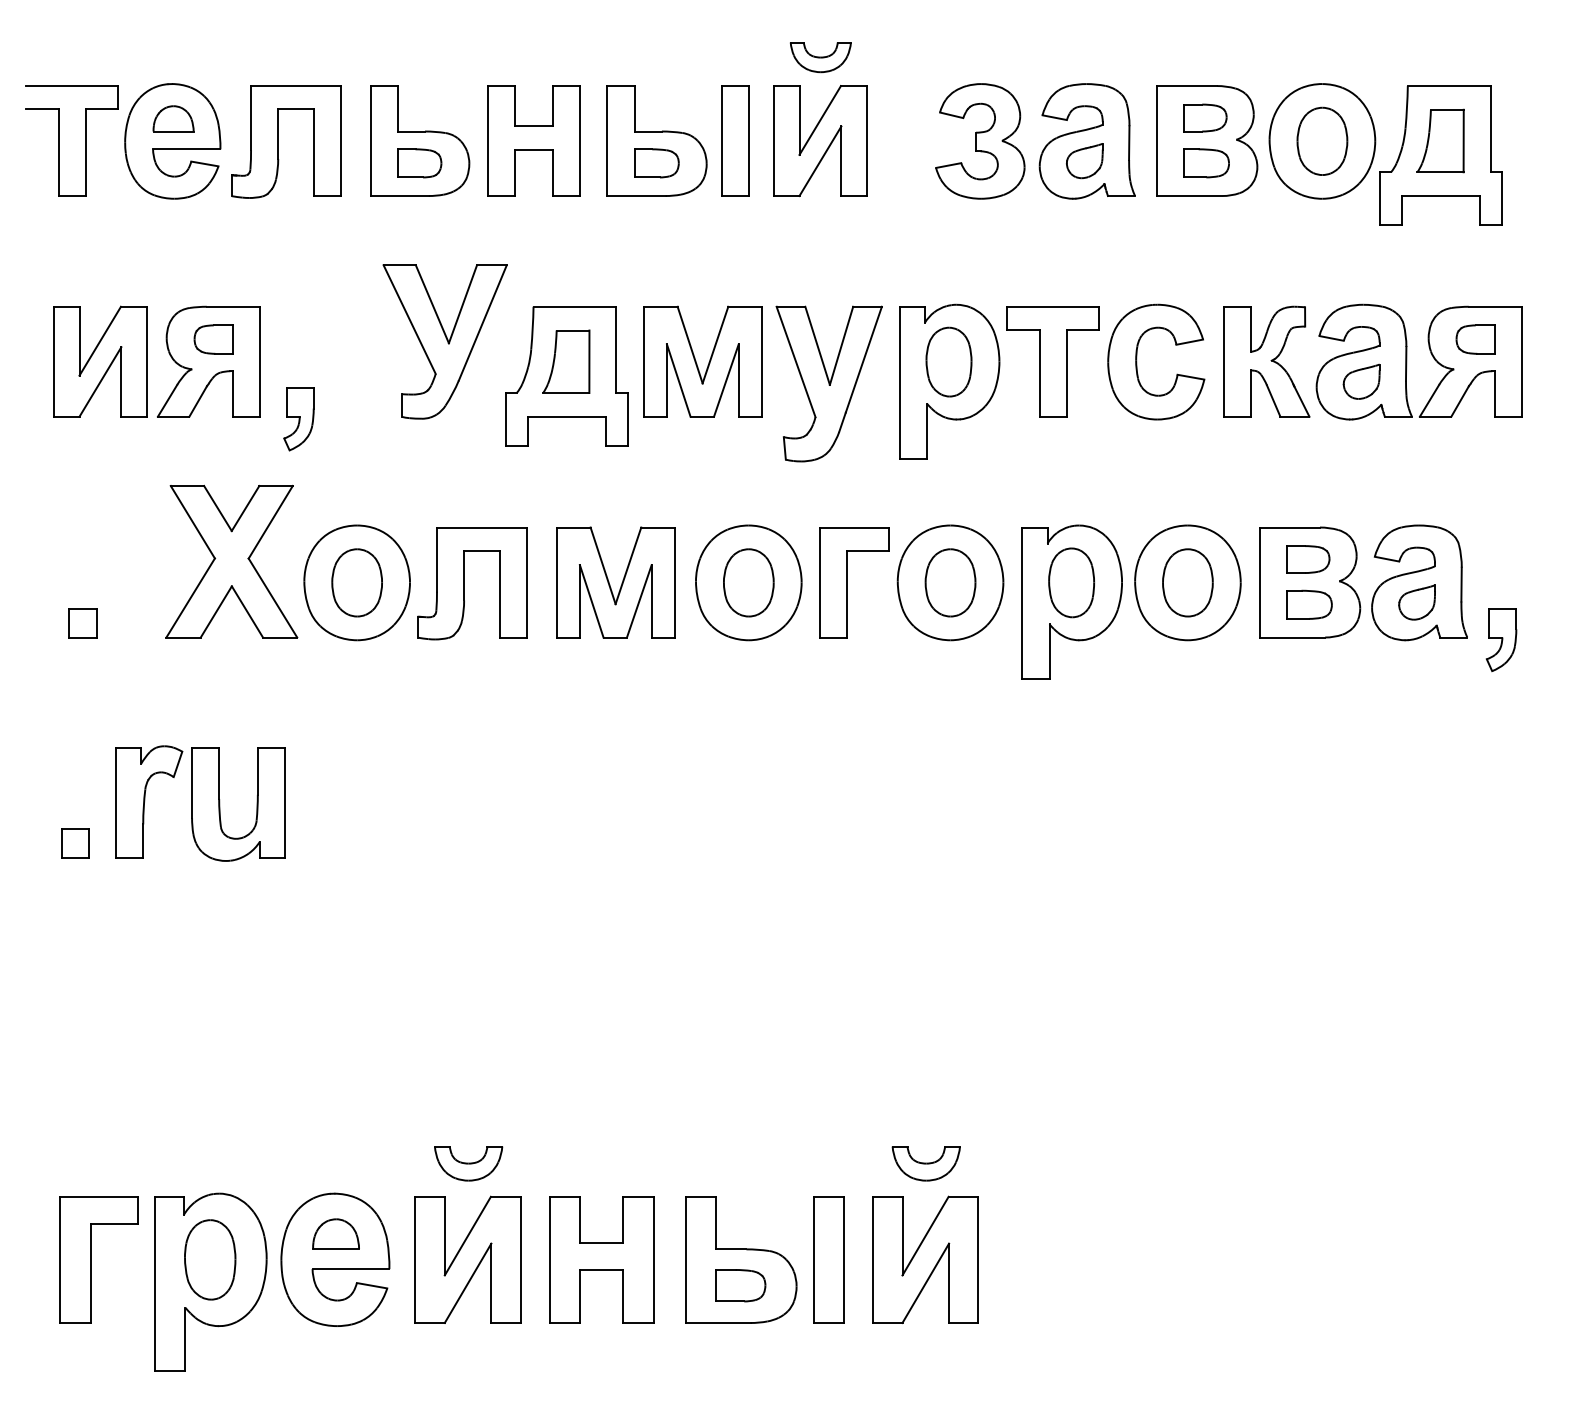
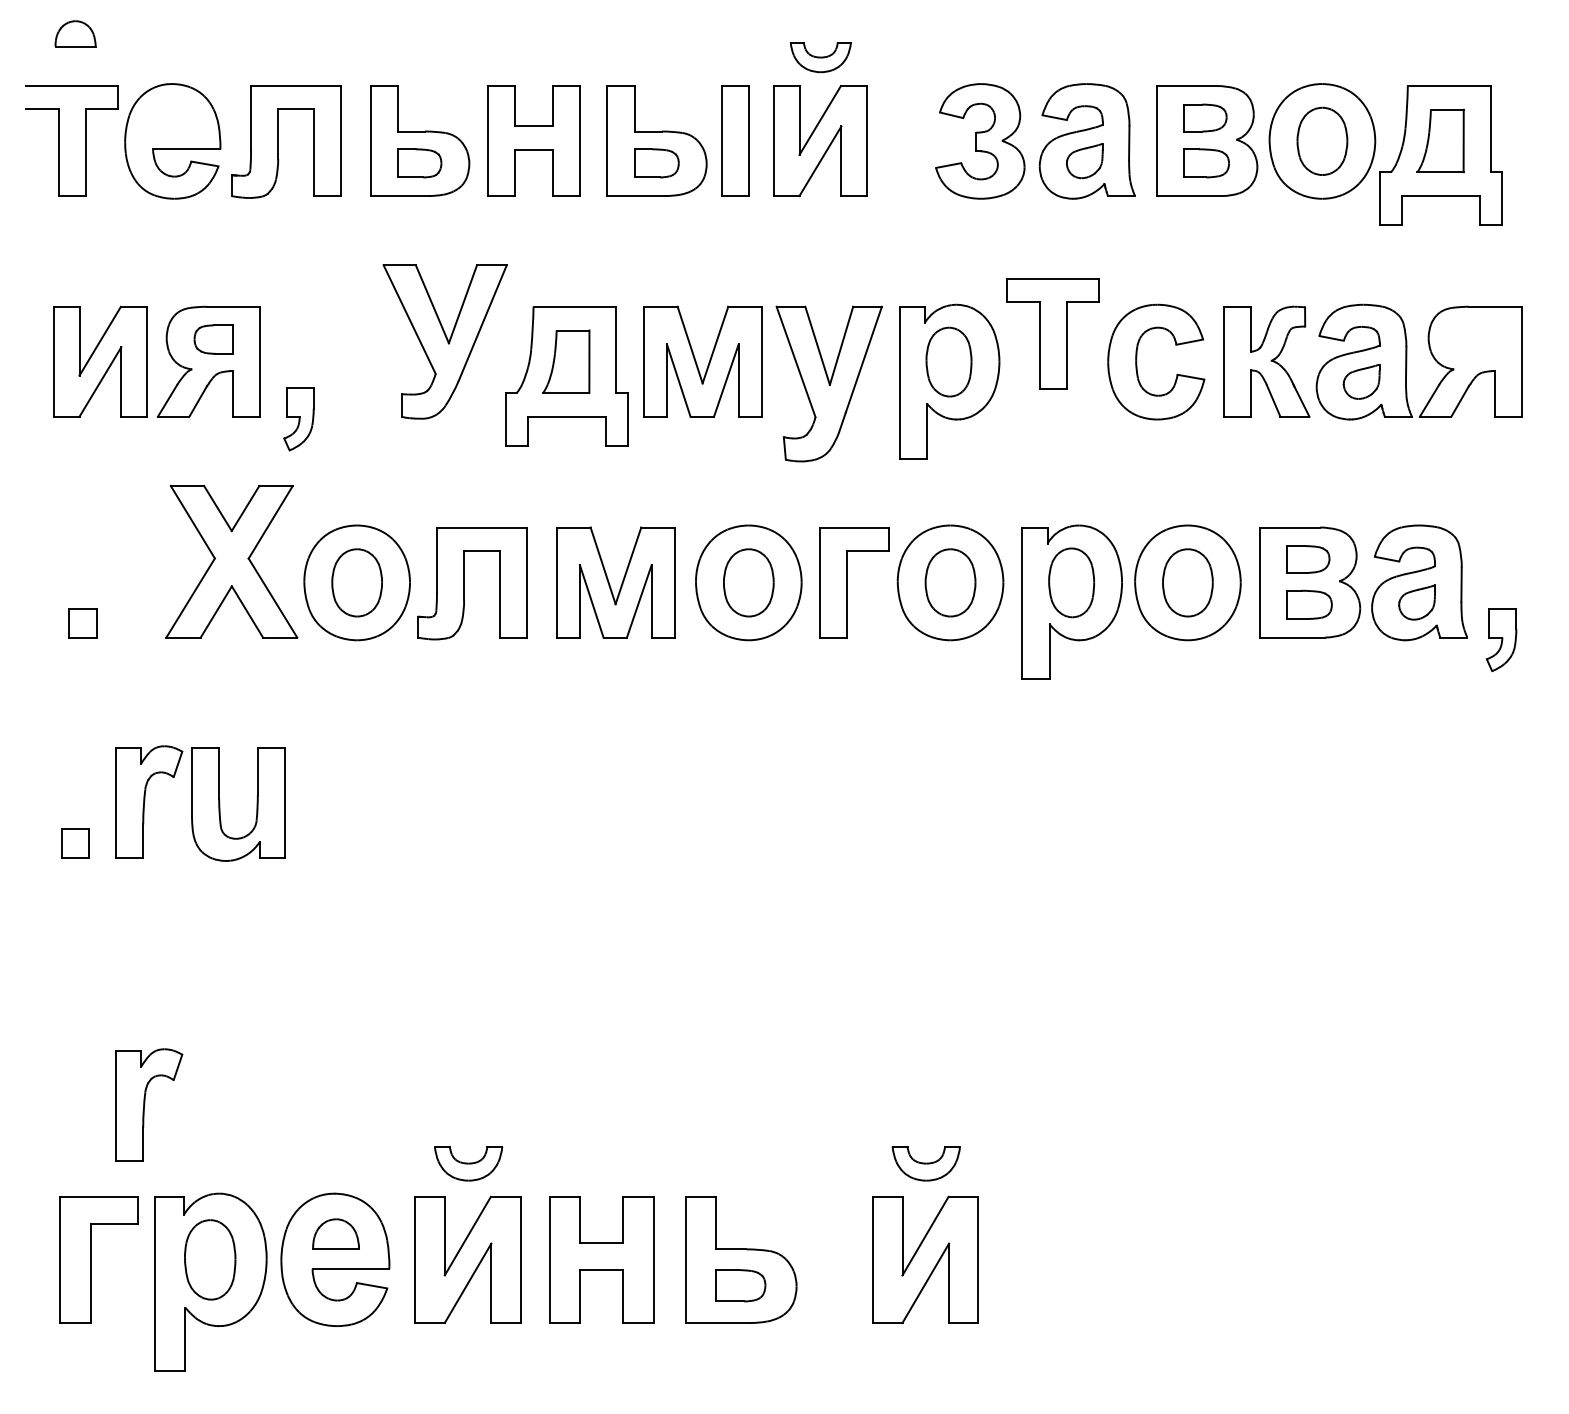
part at (173, 118) position: (173, 118) -> (75, 33)
part at (1475, 339): present -> none
part at (1052, 361) position: (1052, 361) -> (1052, 333)
part at (149, 1104): none -> present
part at (828, 1259): present -> none
